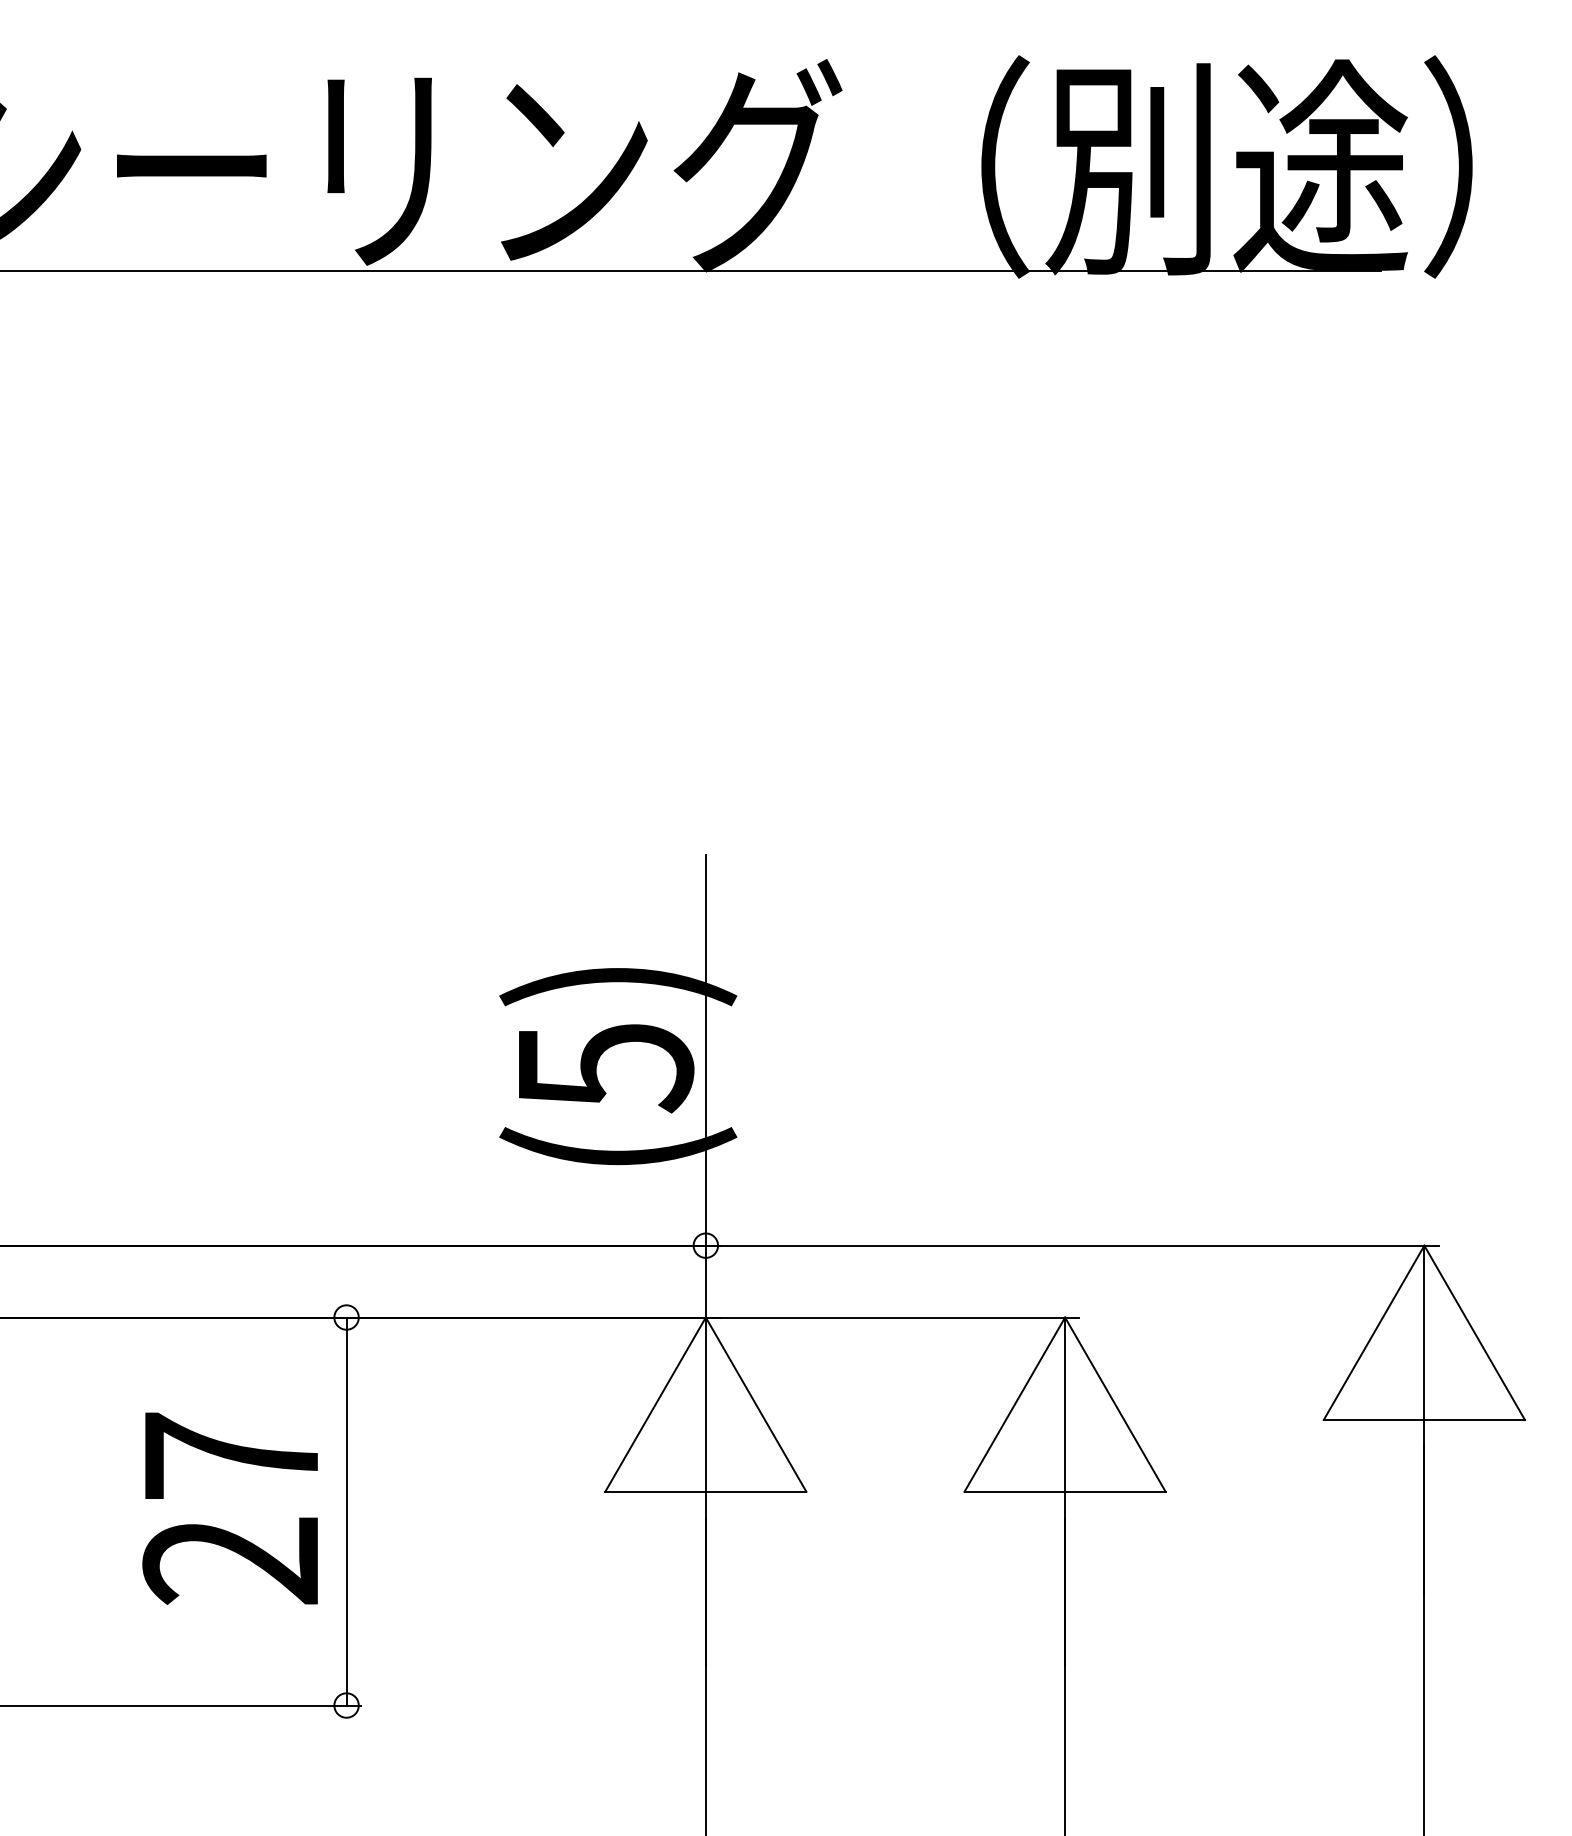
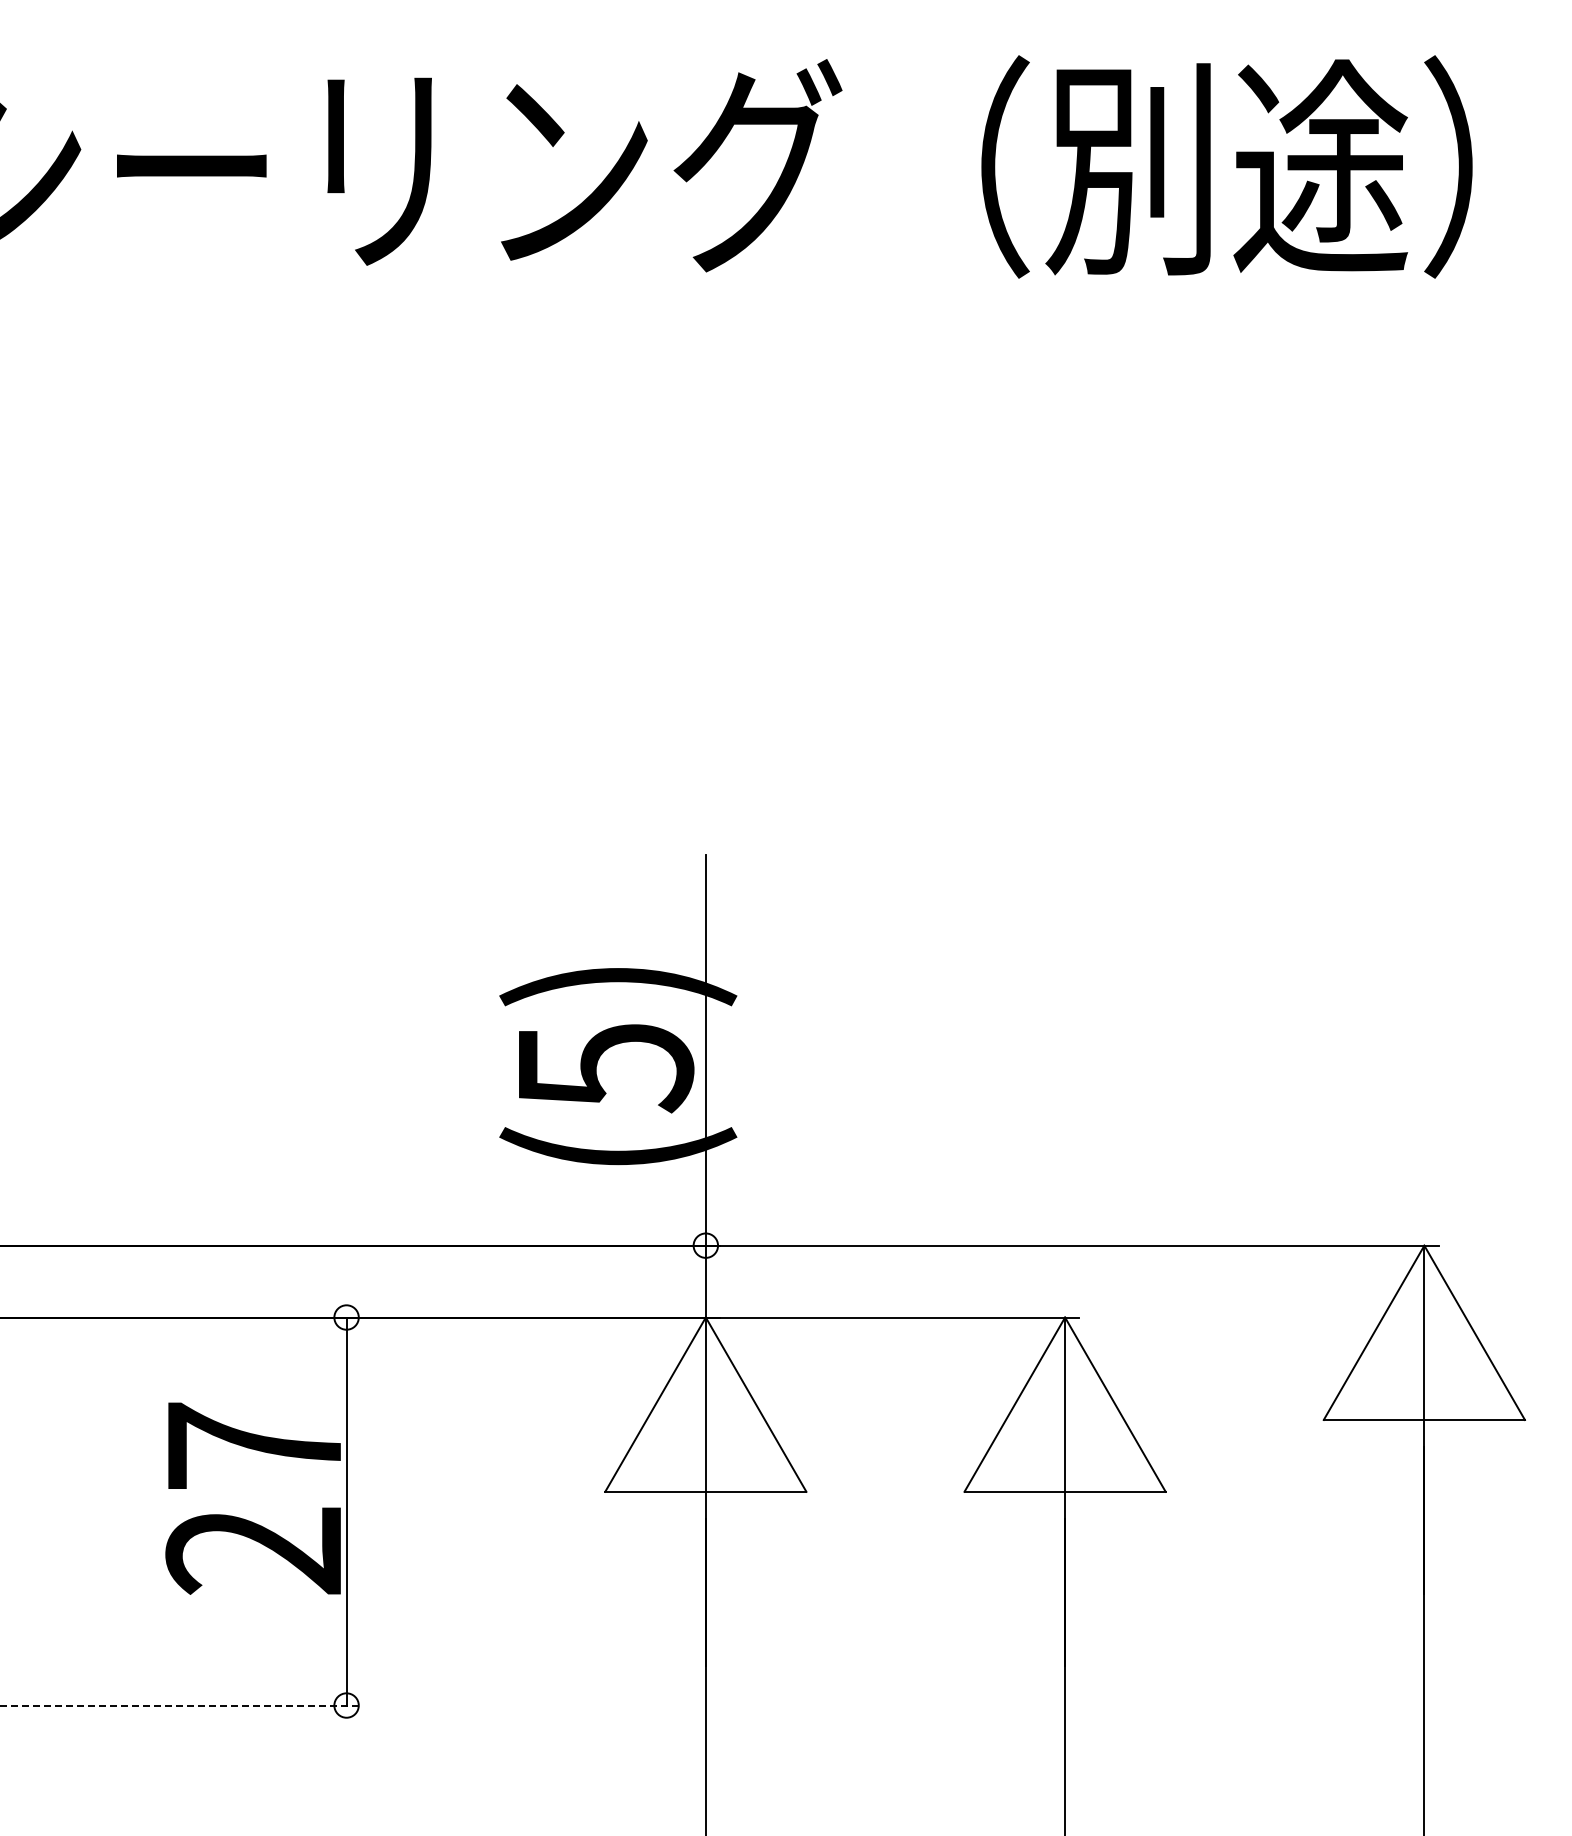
line at (691, 270): present -> none
text at (229, 1508) position: (229, 1508) -> (252, 1498)
line at (180, 1705): solid -> dashed
